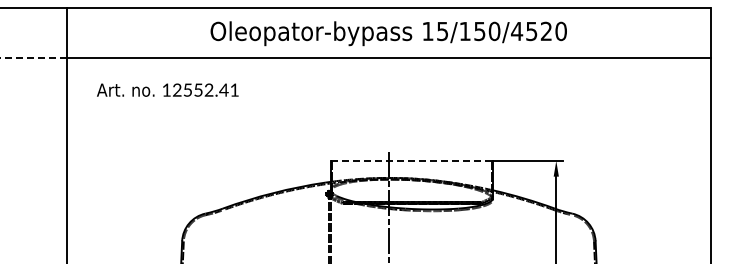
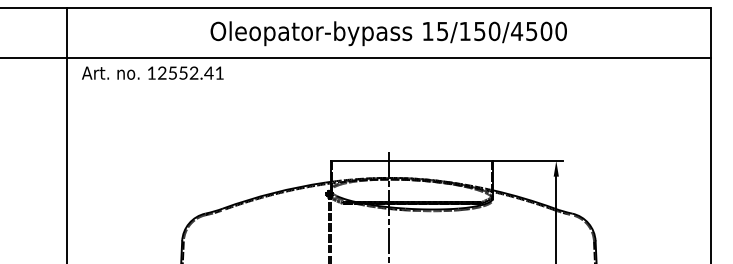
text at (546, 31): 15/150/4520 -> 15/150/4500
line at (33, 58): dashed -> solid
text at (167, 89) position: (167, 89) -> (152, 72)
line at (412, 160): dashed -> solid
